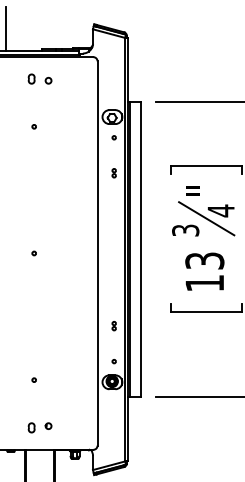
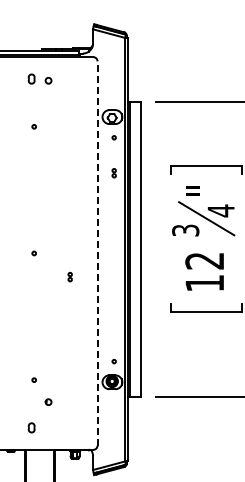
line at (6, 29): present -> none
line at (97, 252): solid -> dashed
text at (204, 260): 13 -> 12
part at (113, 326) position: (113, 326) -> (69, 277)
part at (48, 425) position: (48, 425) -> (48, 401)
